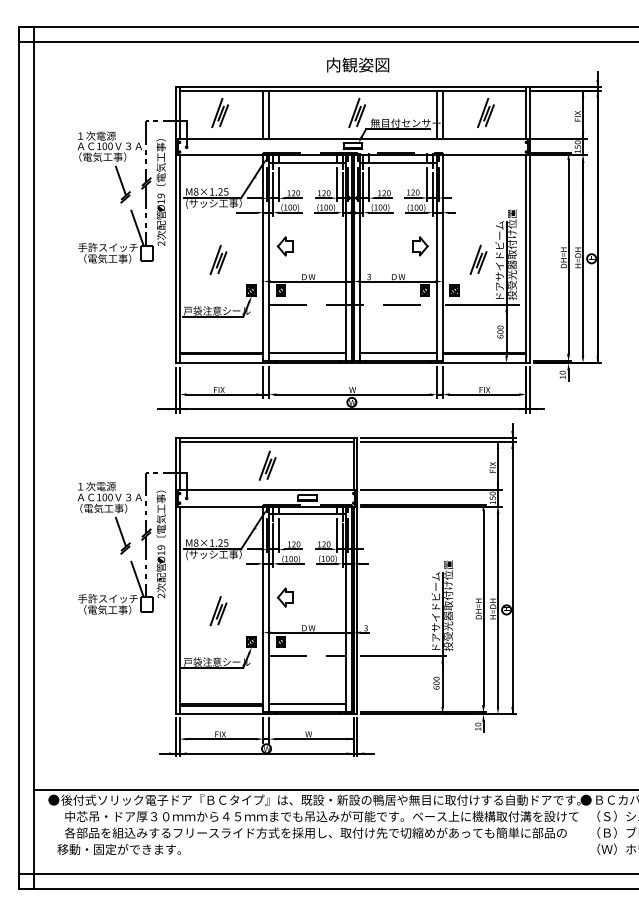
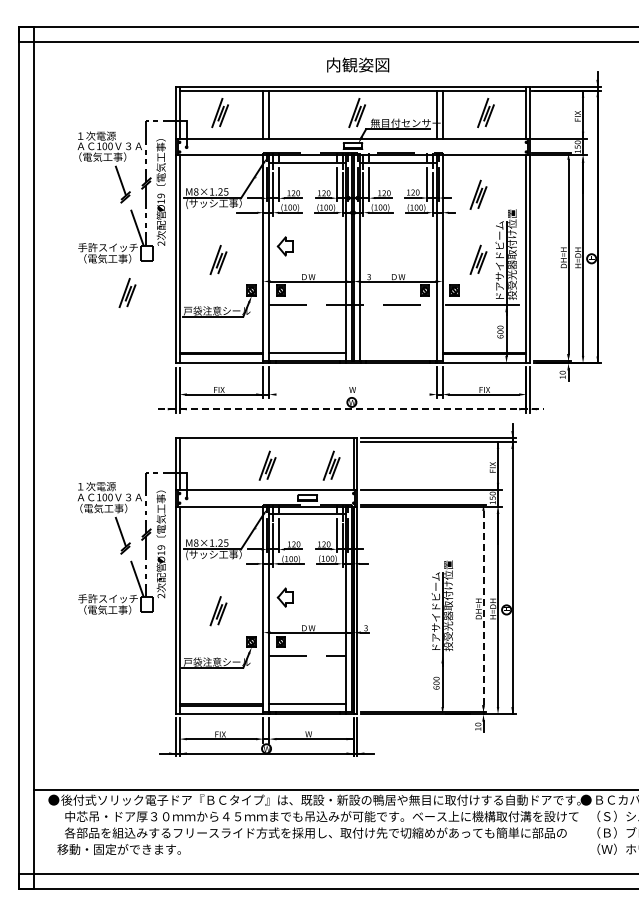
part at (478, 194): none -> present
part at (420, 246): present -> none
part at (127, 292): none -> present
line at (397, 352): present -> none
line at (353, 394): present -> none
line at (351, 409): solid -> dashed
line at (266, 441): present -> none
part at (331, 465): none -> present
line at (483, 607): solid -> dashed
line at (403, 656): present -> none
